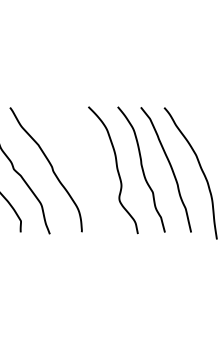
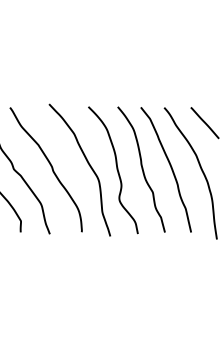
line at (204, 123): none -> present
curve at (88, 165): none -> present
